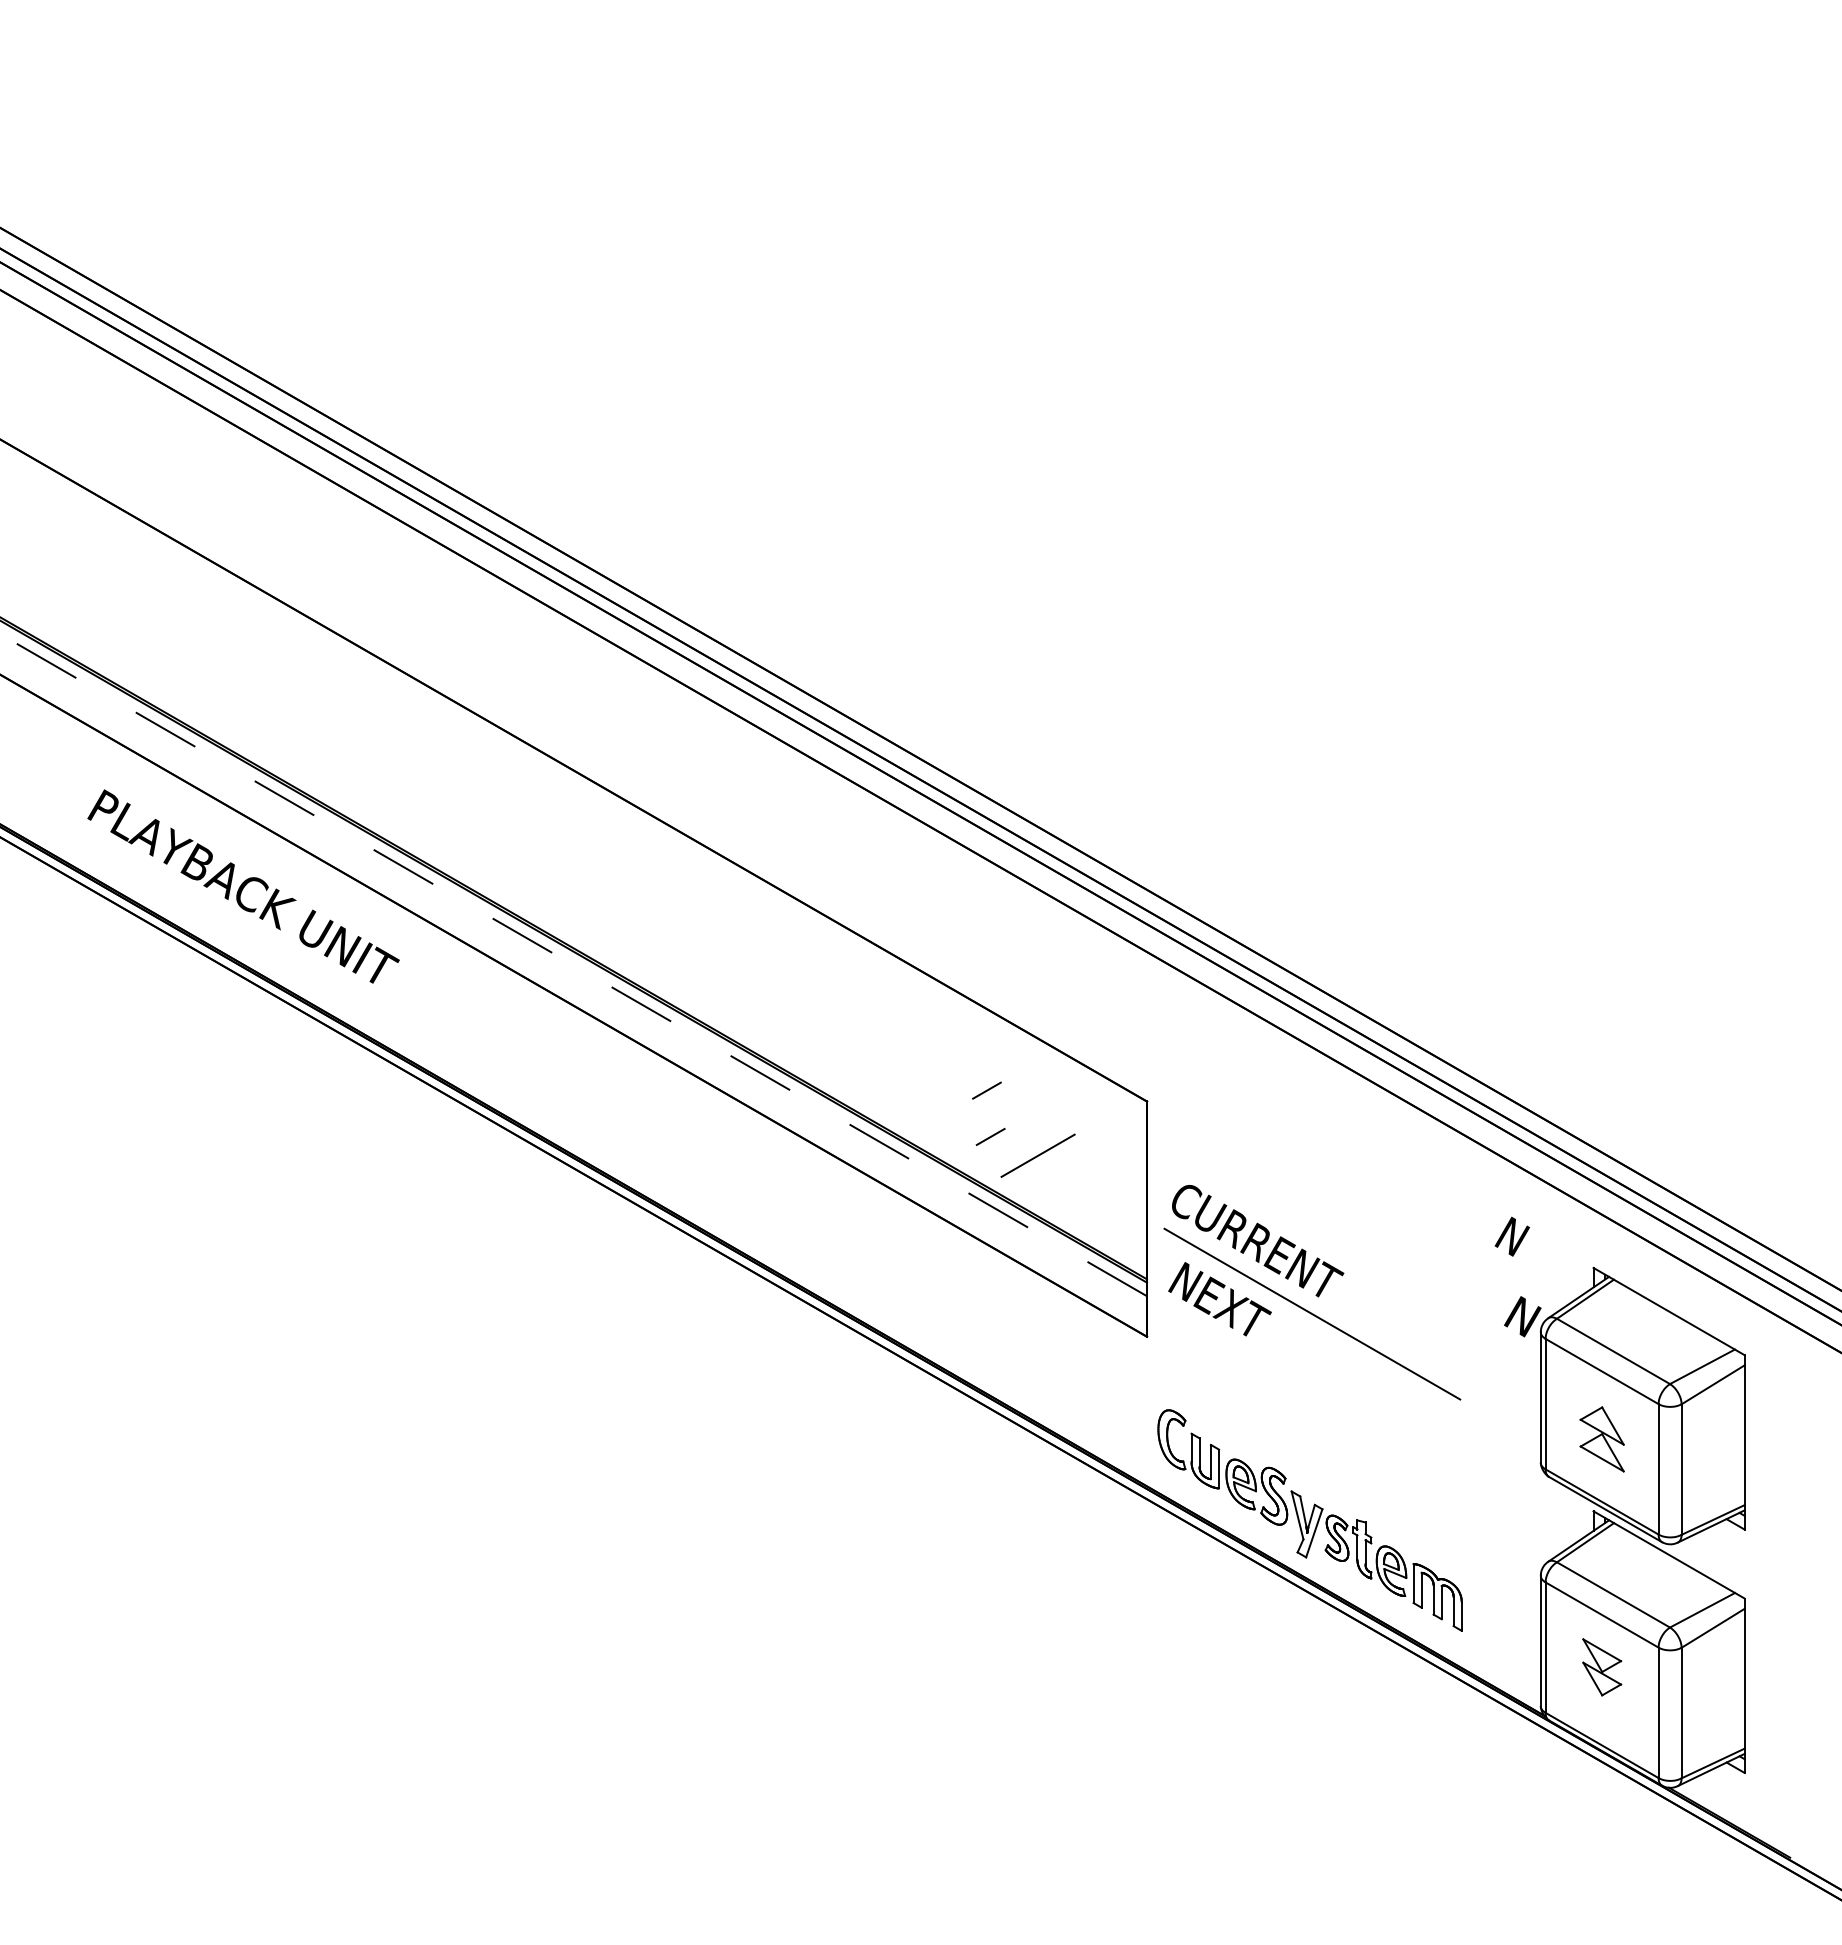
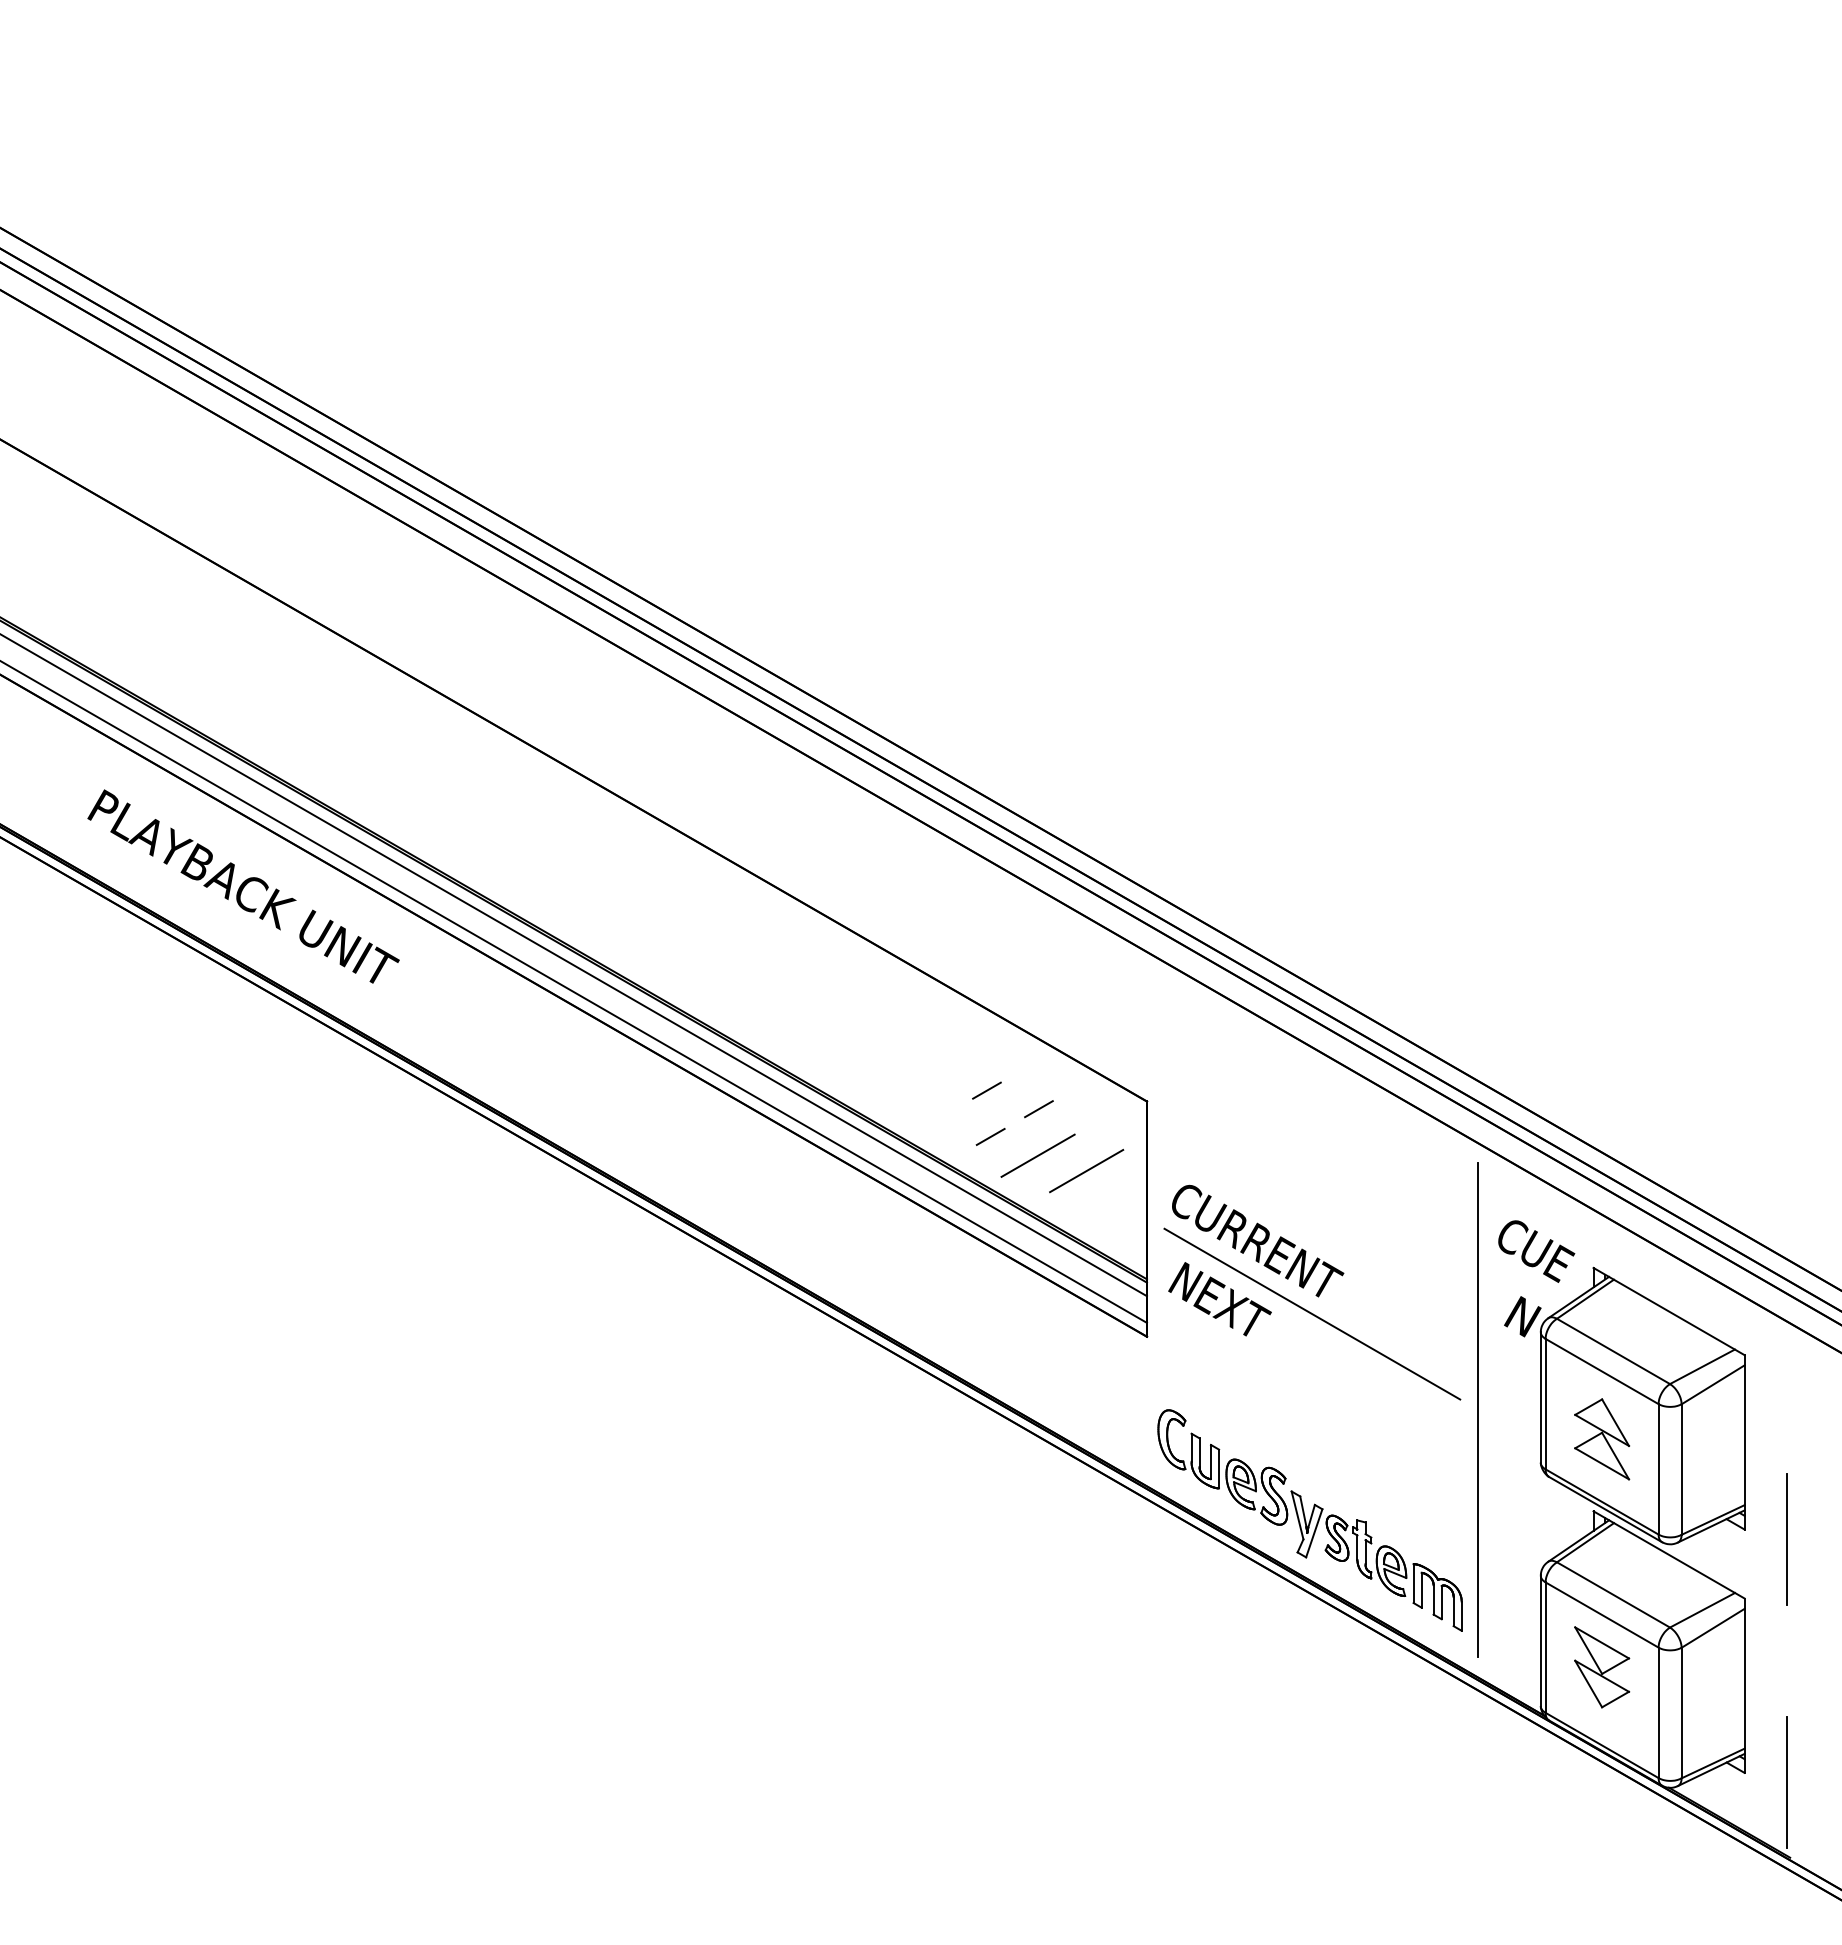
line at (573, 965): dashed -> solid
line at (574, 991): none -> present
line at (1038, 1109): none -> present
line at (1086, 1170): none -> present
text at (1534, 1249): N -> CUE
line at (1477, 1410): none -> present
part at (1601, 1439) size: 46x67 px -> 57x83 px
line at (1786, 1539): none -> present
part at (1602, 1667) size: 41x59 px -> 57x83 px
line at (1786, 1782): none -> present
